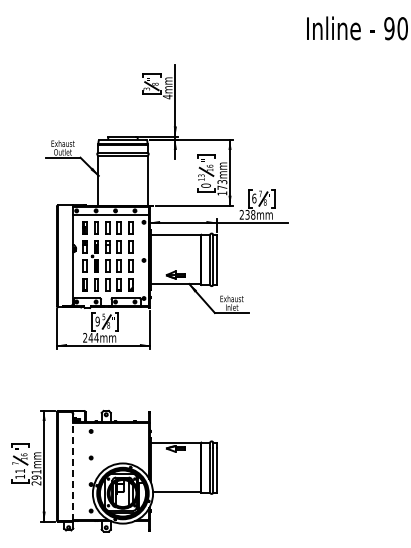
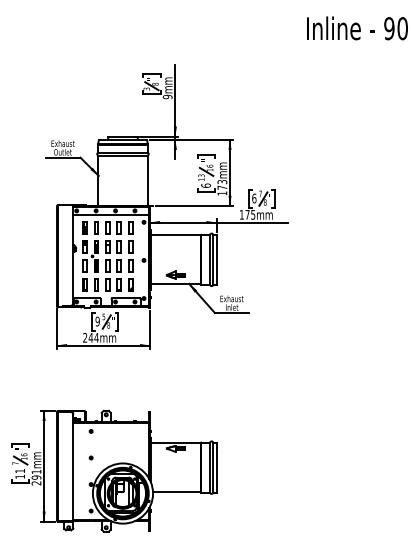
text at (167, 96): 4mm -> 9mm
text at (205, 185): 0 -> 6
text at (247, 214): 238mm -> 175mm
line at (72, 466): dashed -> solid
